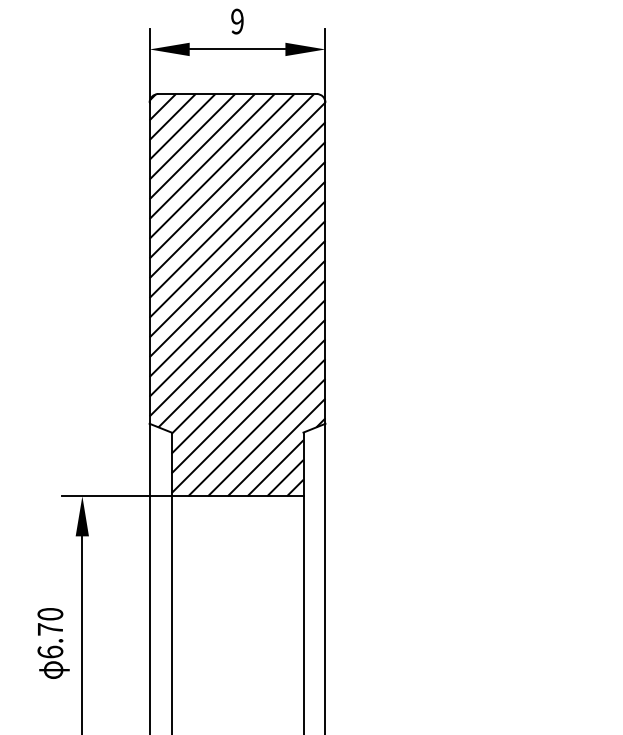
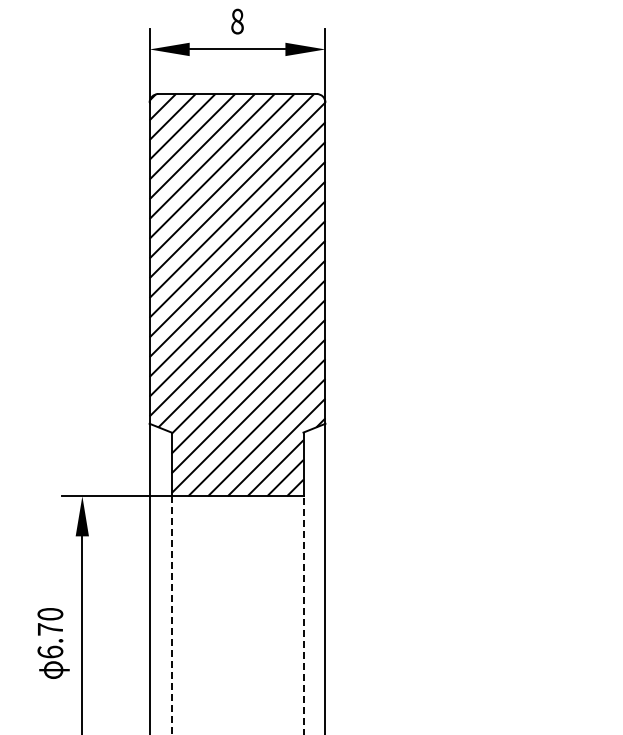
text at (237, 21): 9 -> 8
line at (303, 615): solid -> dashed
line at (171, 616): solid -> dashed
